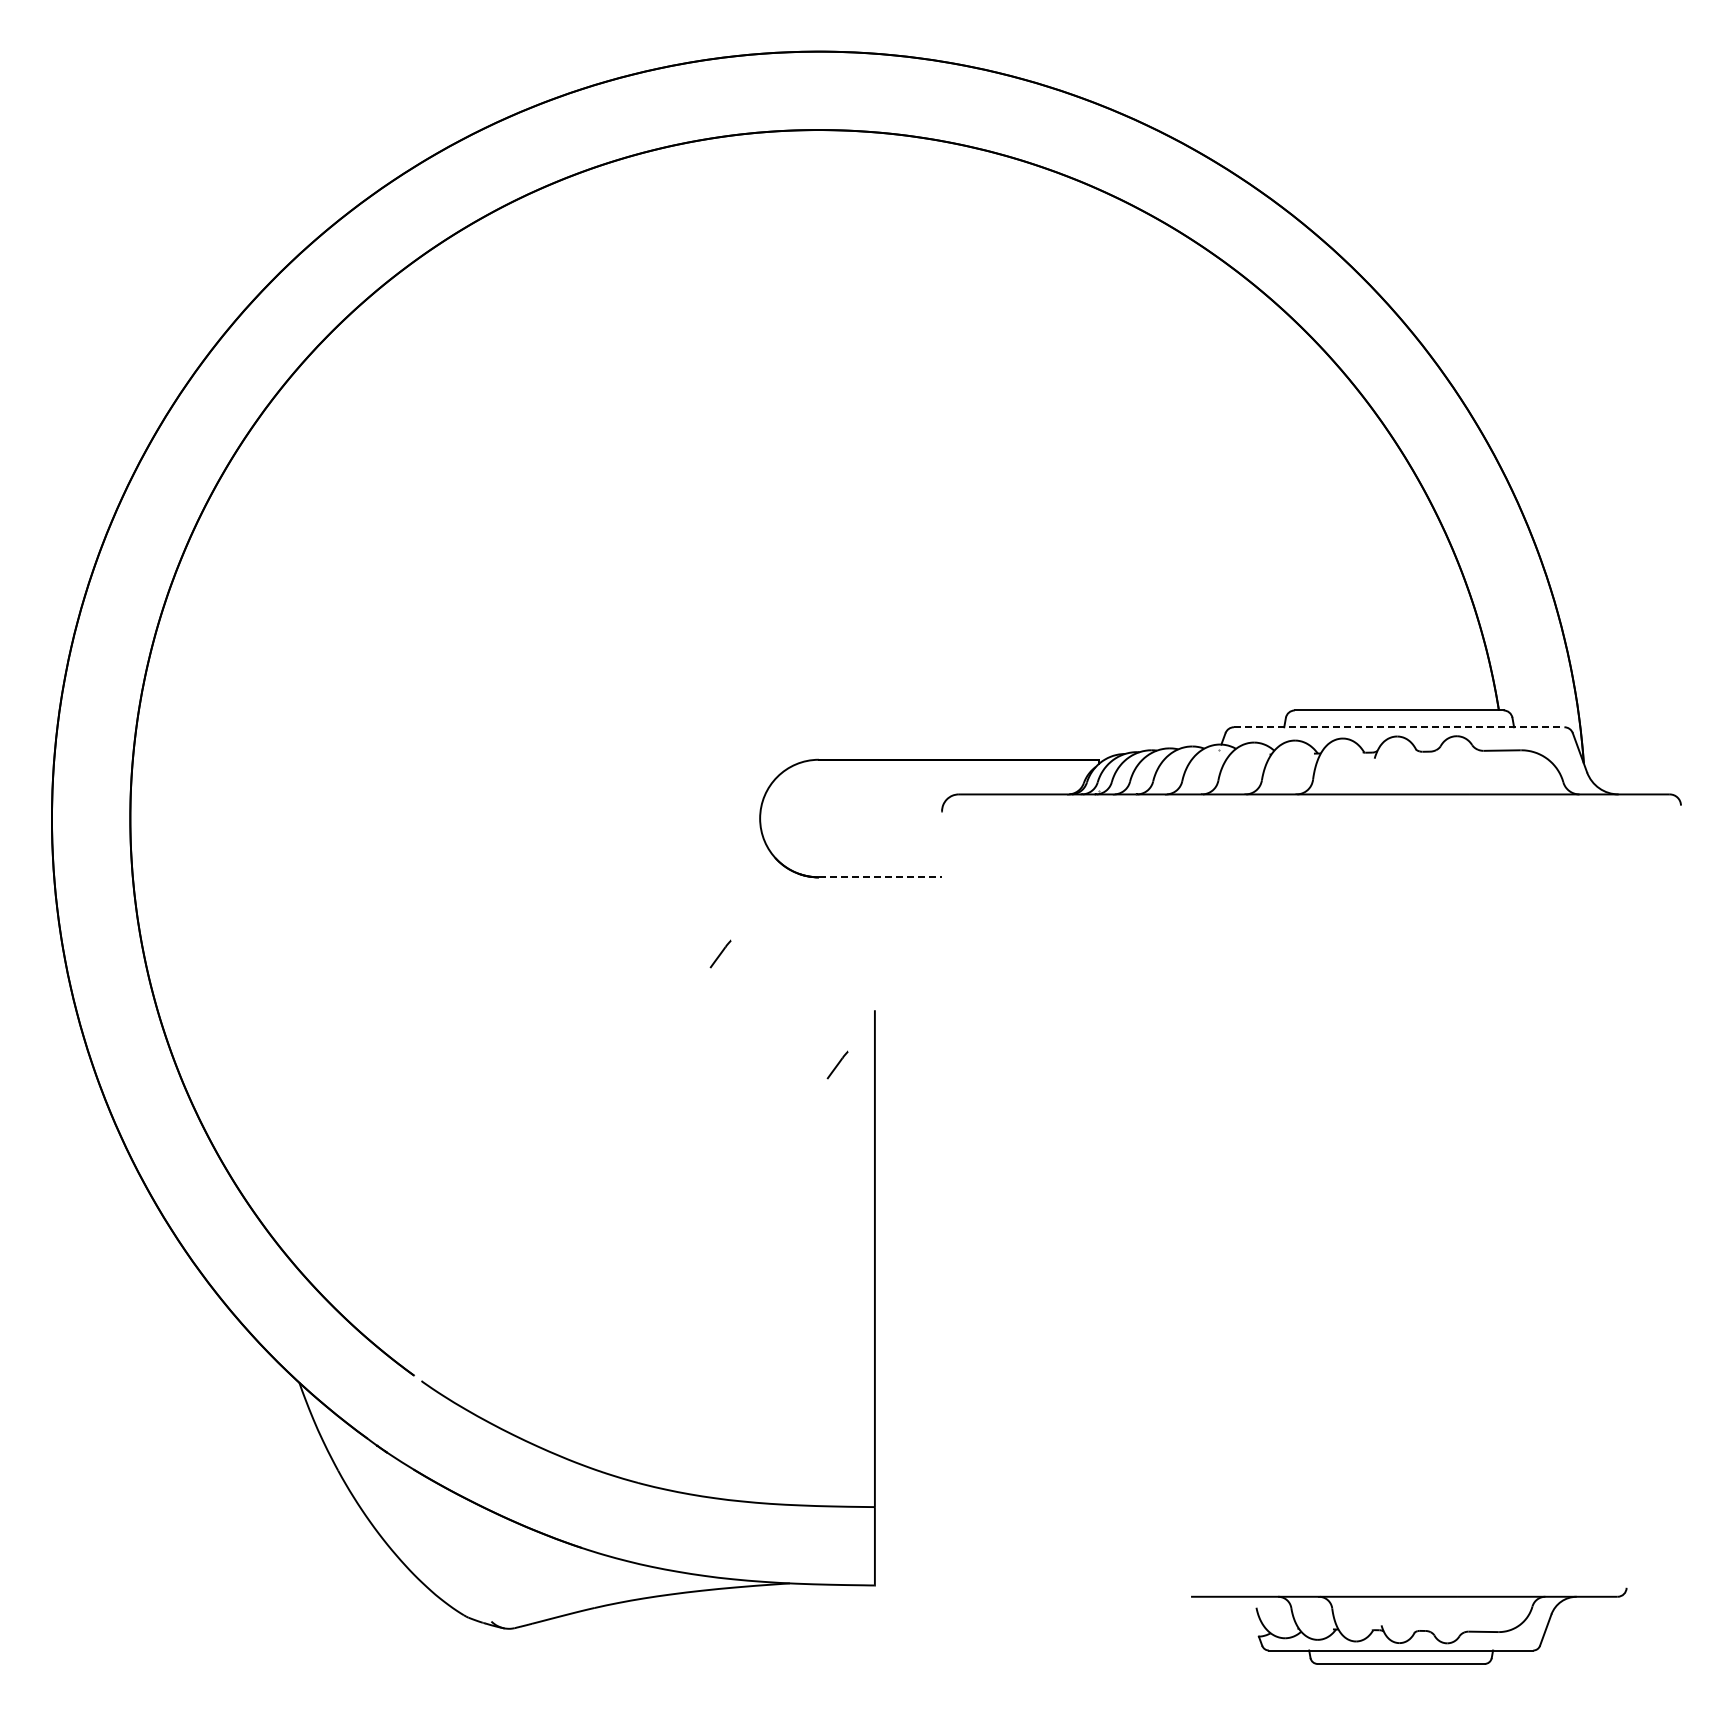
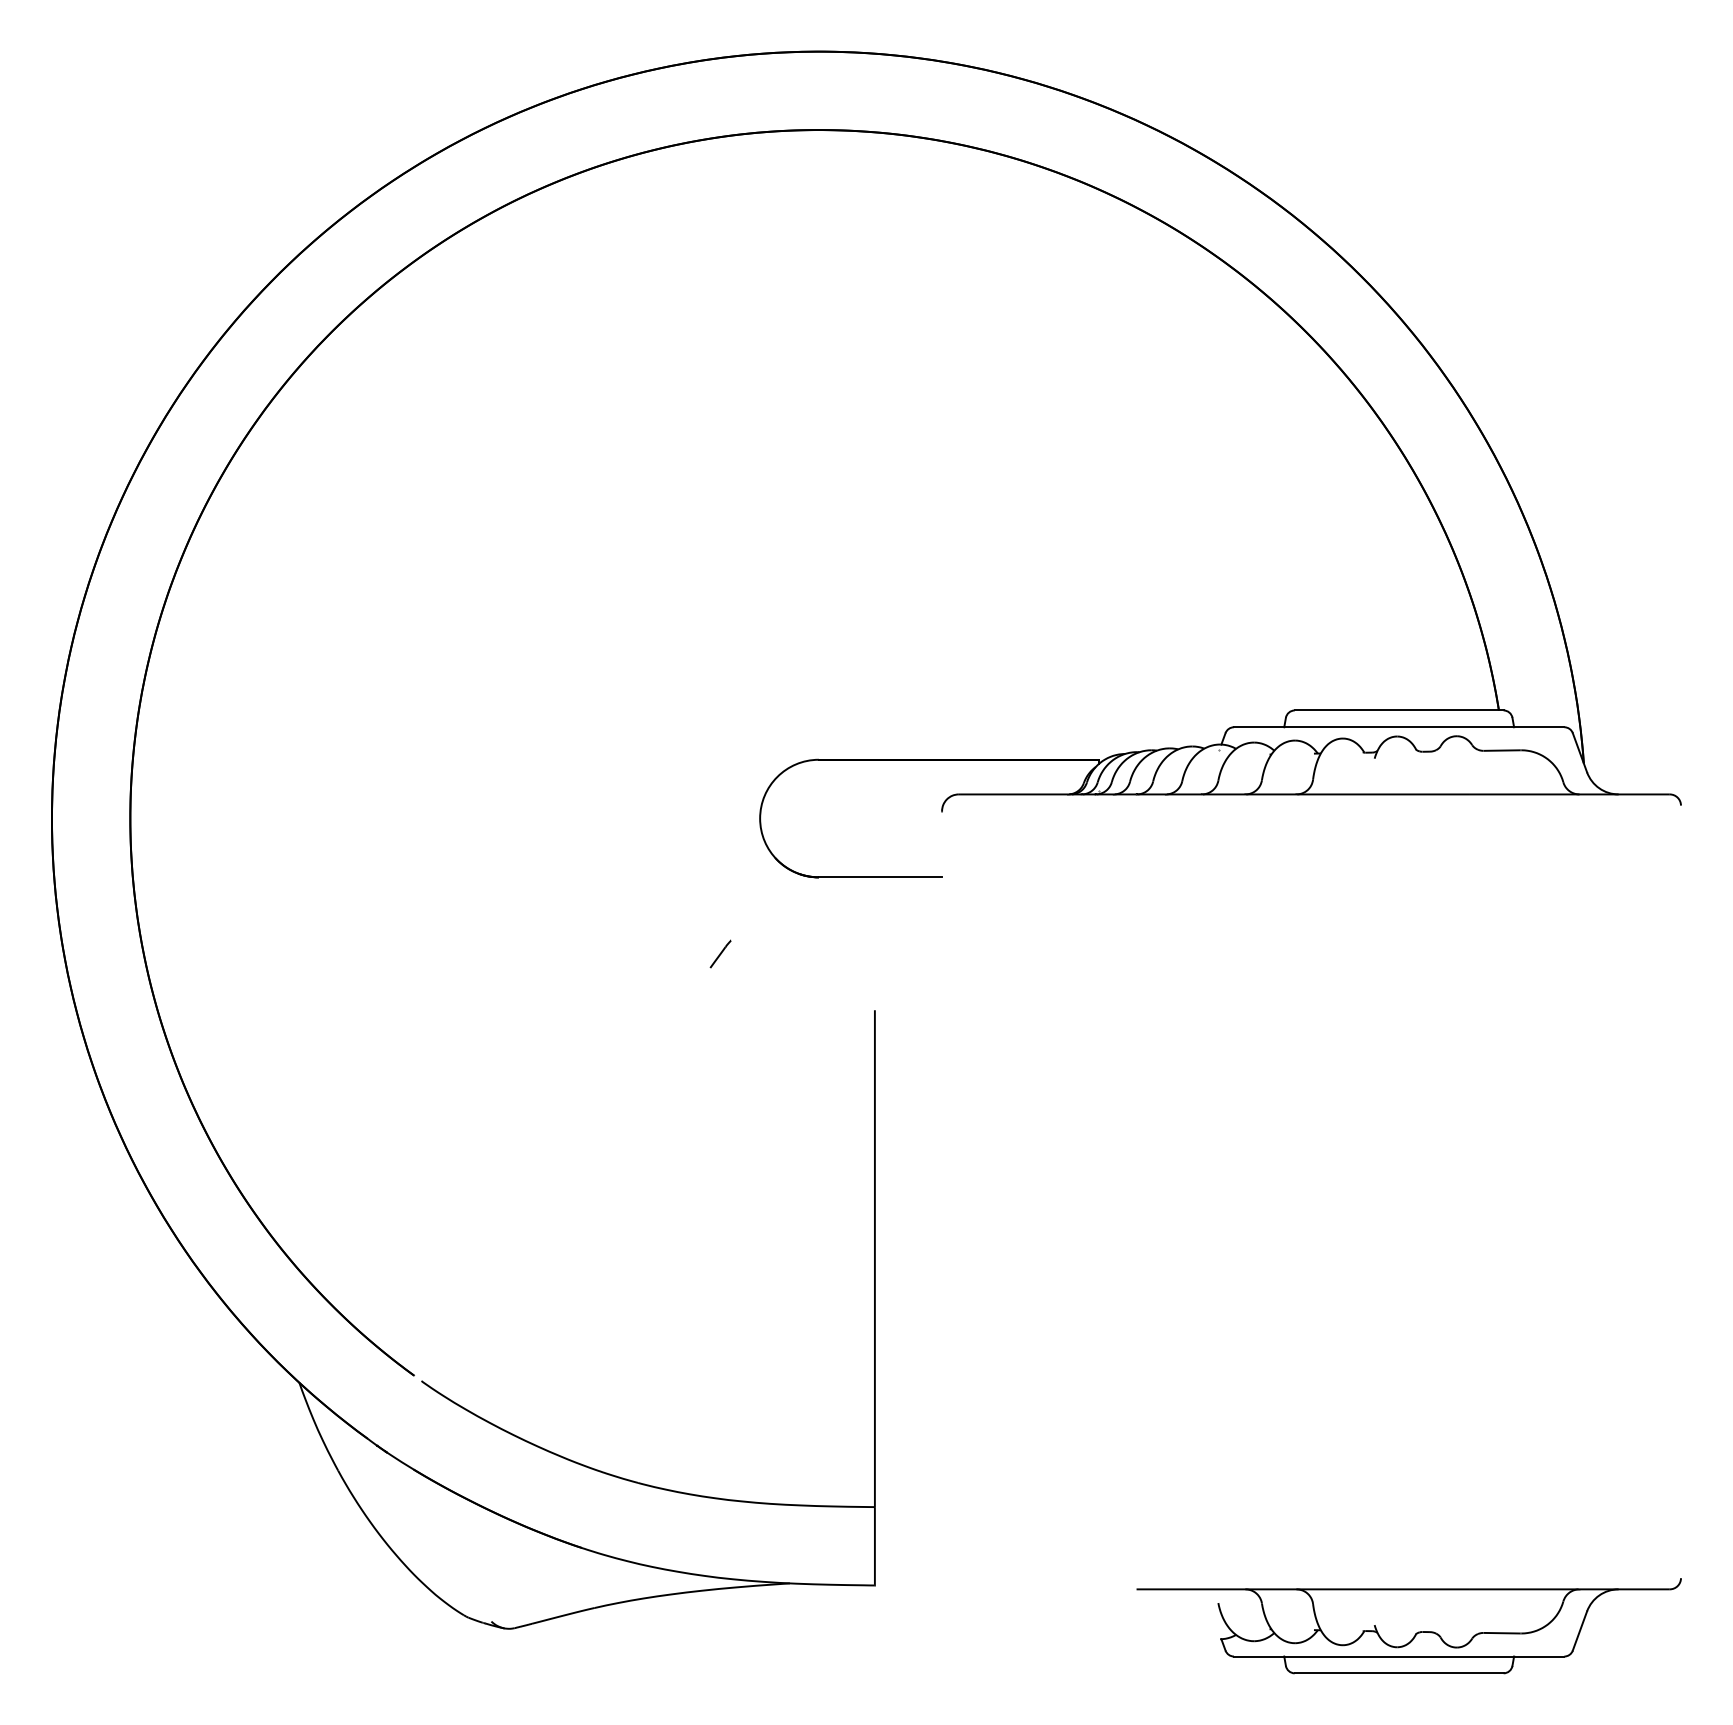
line at (1399, 727): dashed -> solid
line at (880, 877): dashed -> solid
line at (837, 1064): present -> none
part at (1409, 1625) size: 437x78 px -> 546x97 px
